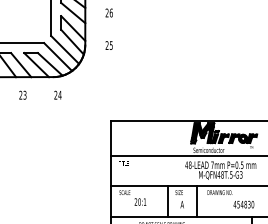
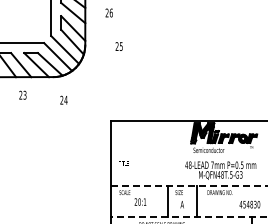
text at (108, 45) position: (108, 45) -> (118, 46)
text at (57, 94) position: (57, 94) -> (63, 99)
line at (187, 156): present -> none
line at (189, 186): solid -> dashed
text at (243, 204) position: (243, 204) -> (249, 204)
line at (188, 216): solid -> dashed
